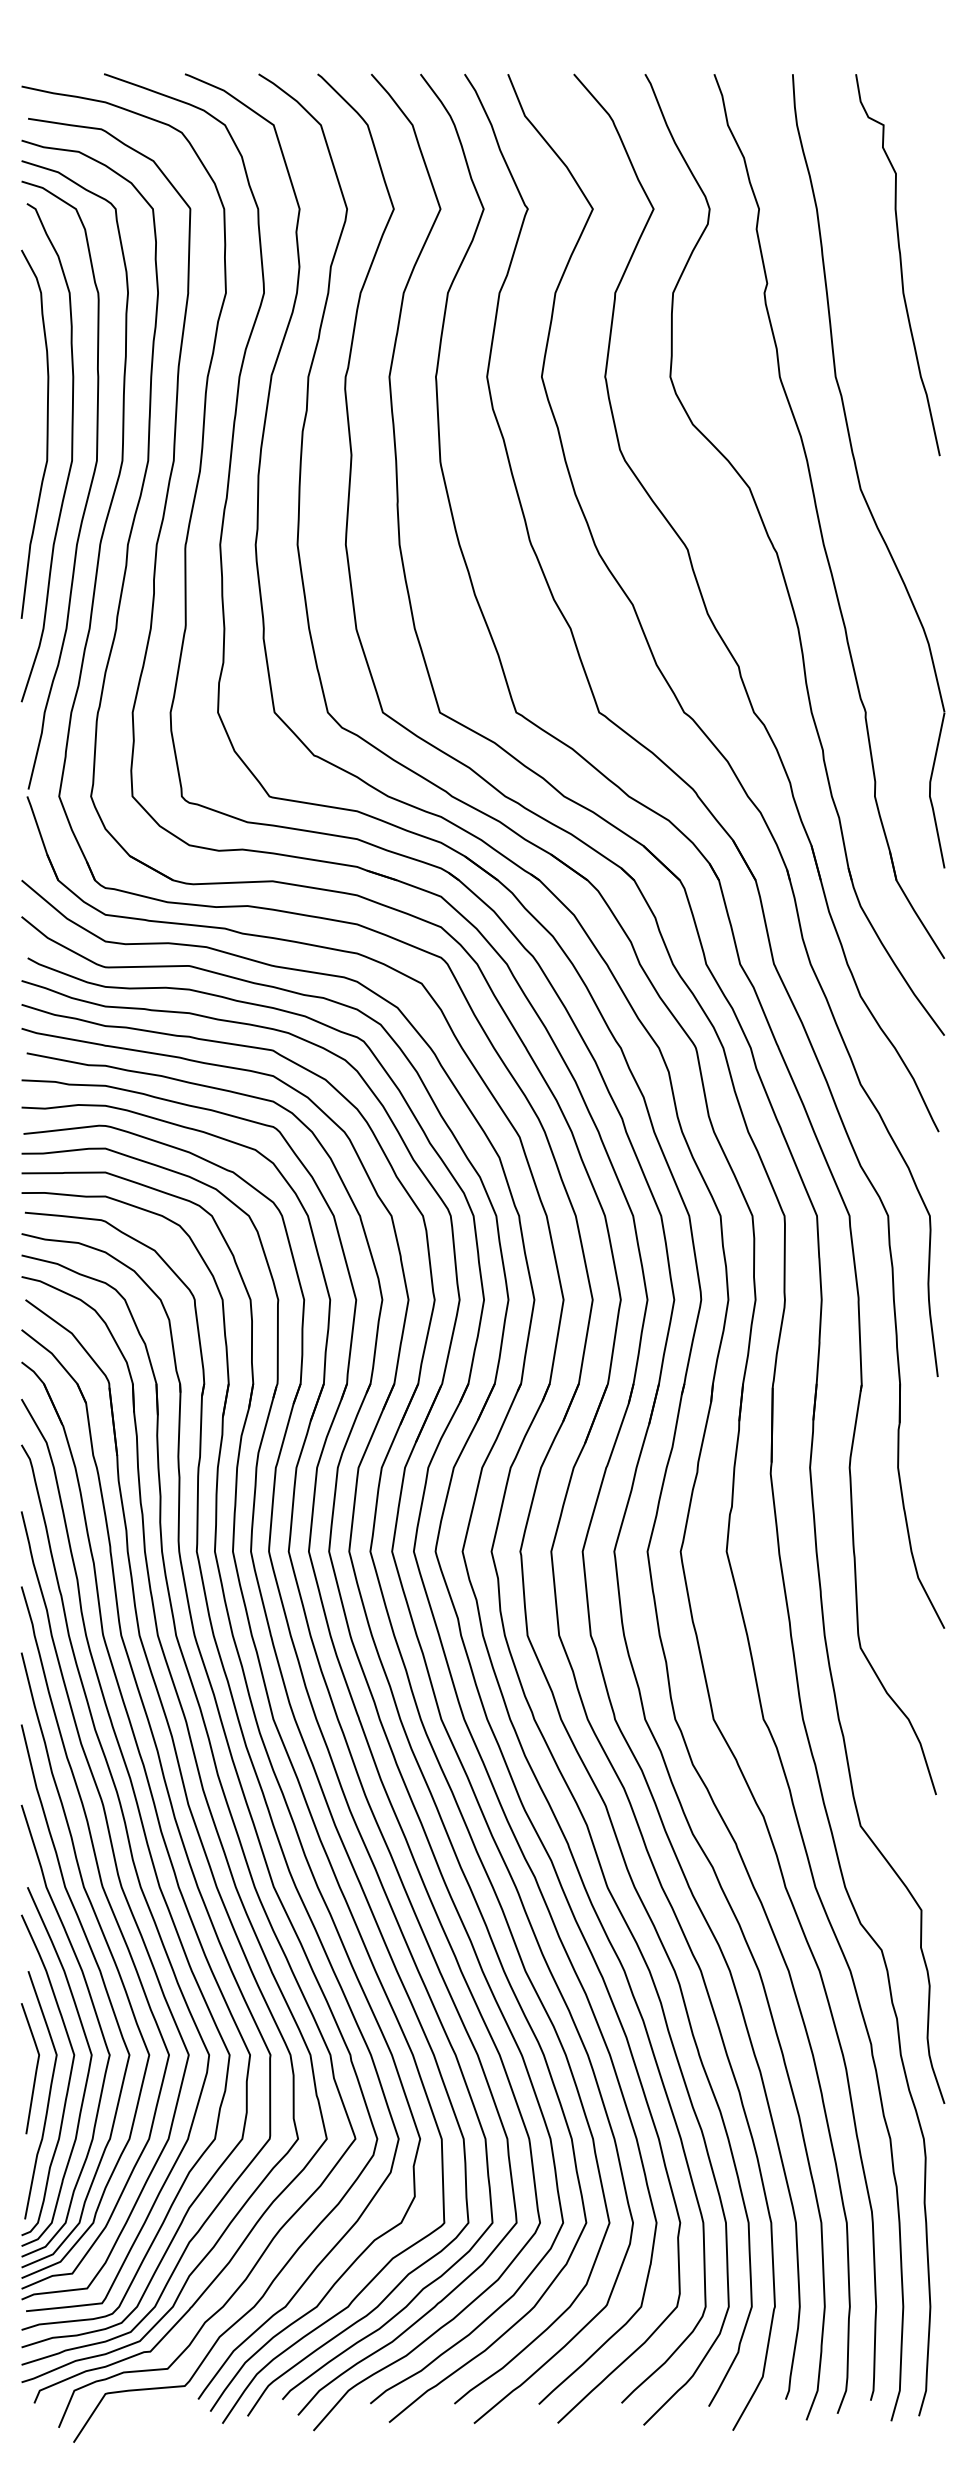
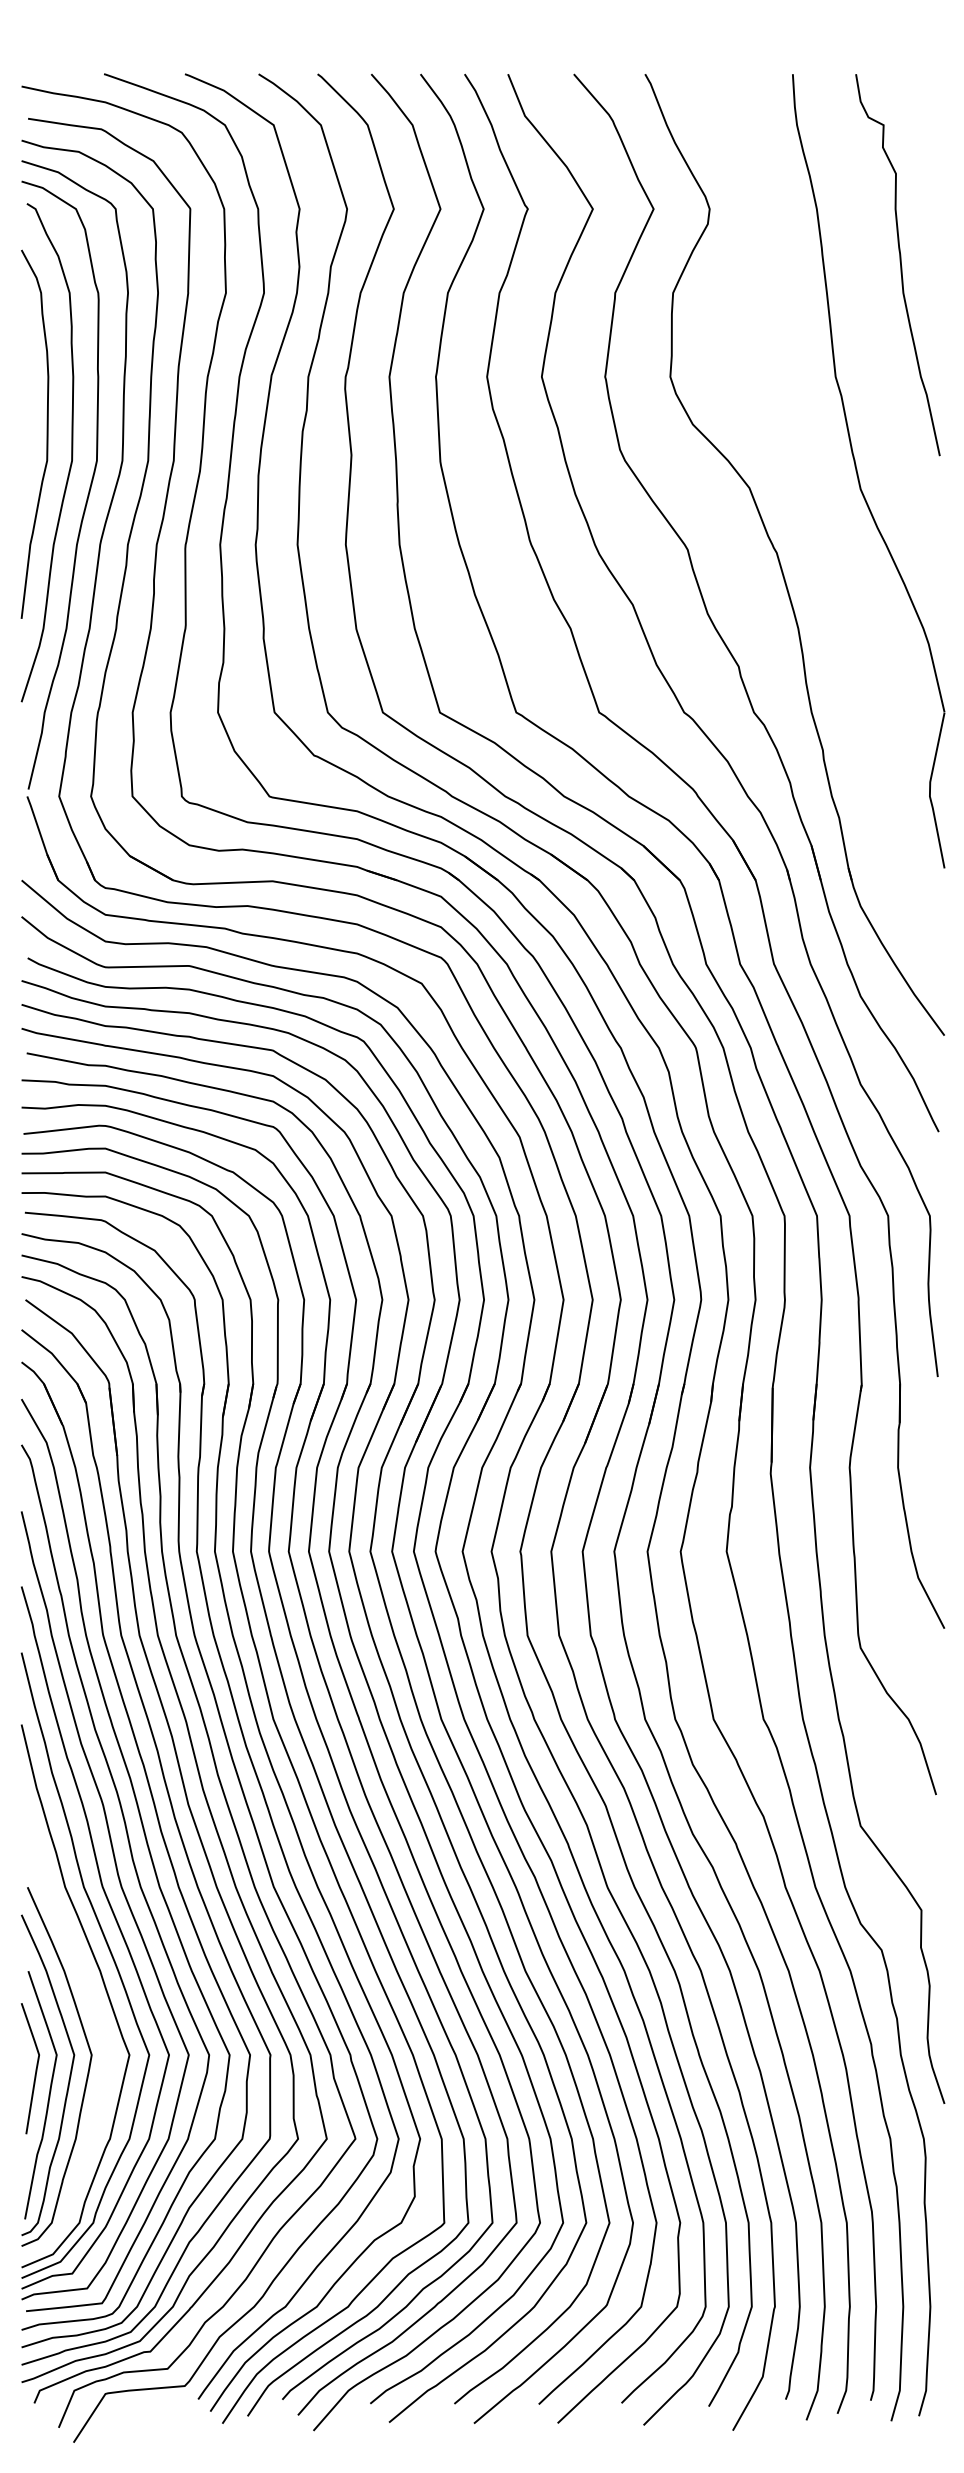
part at (819, 517): present -> none
curve at (96, 2018): present -> none
